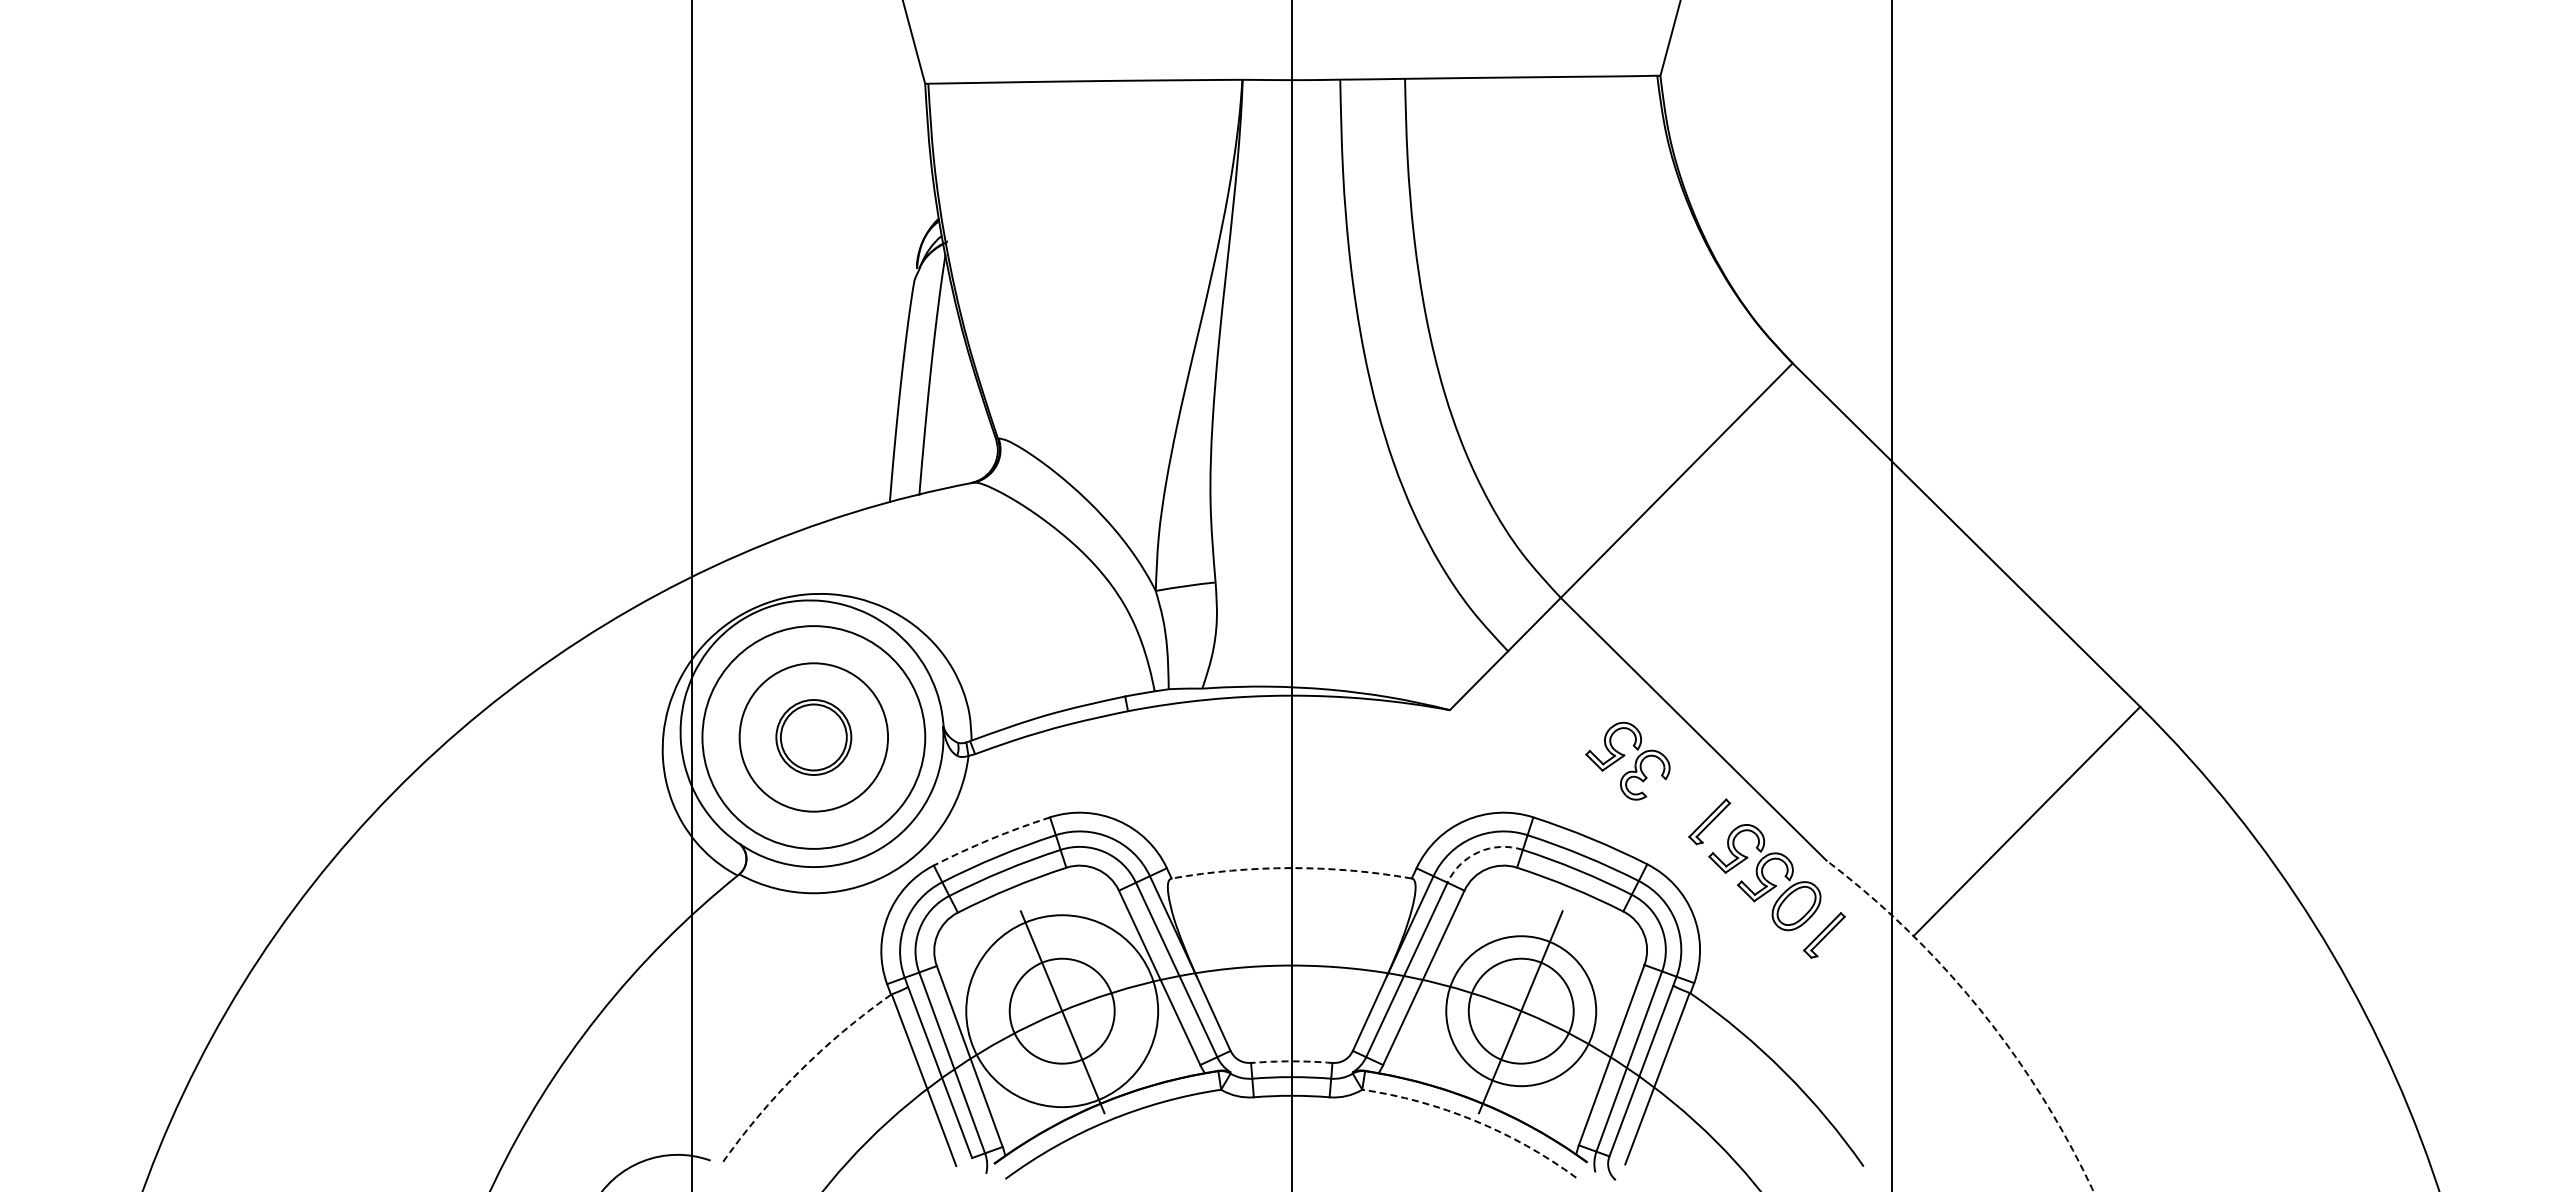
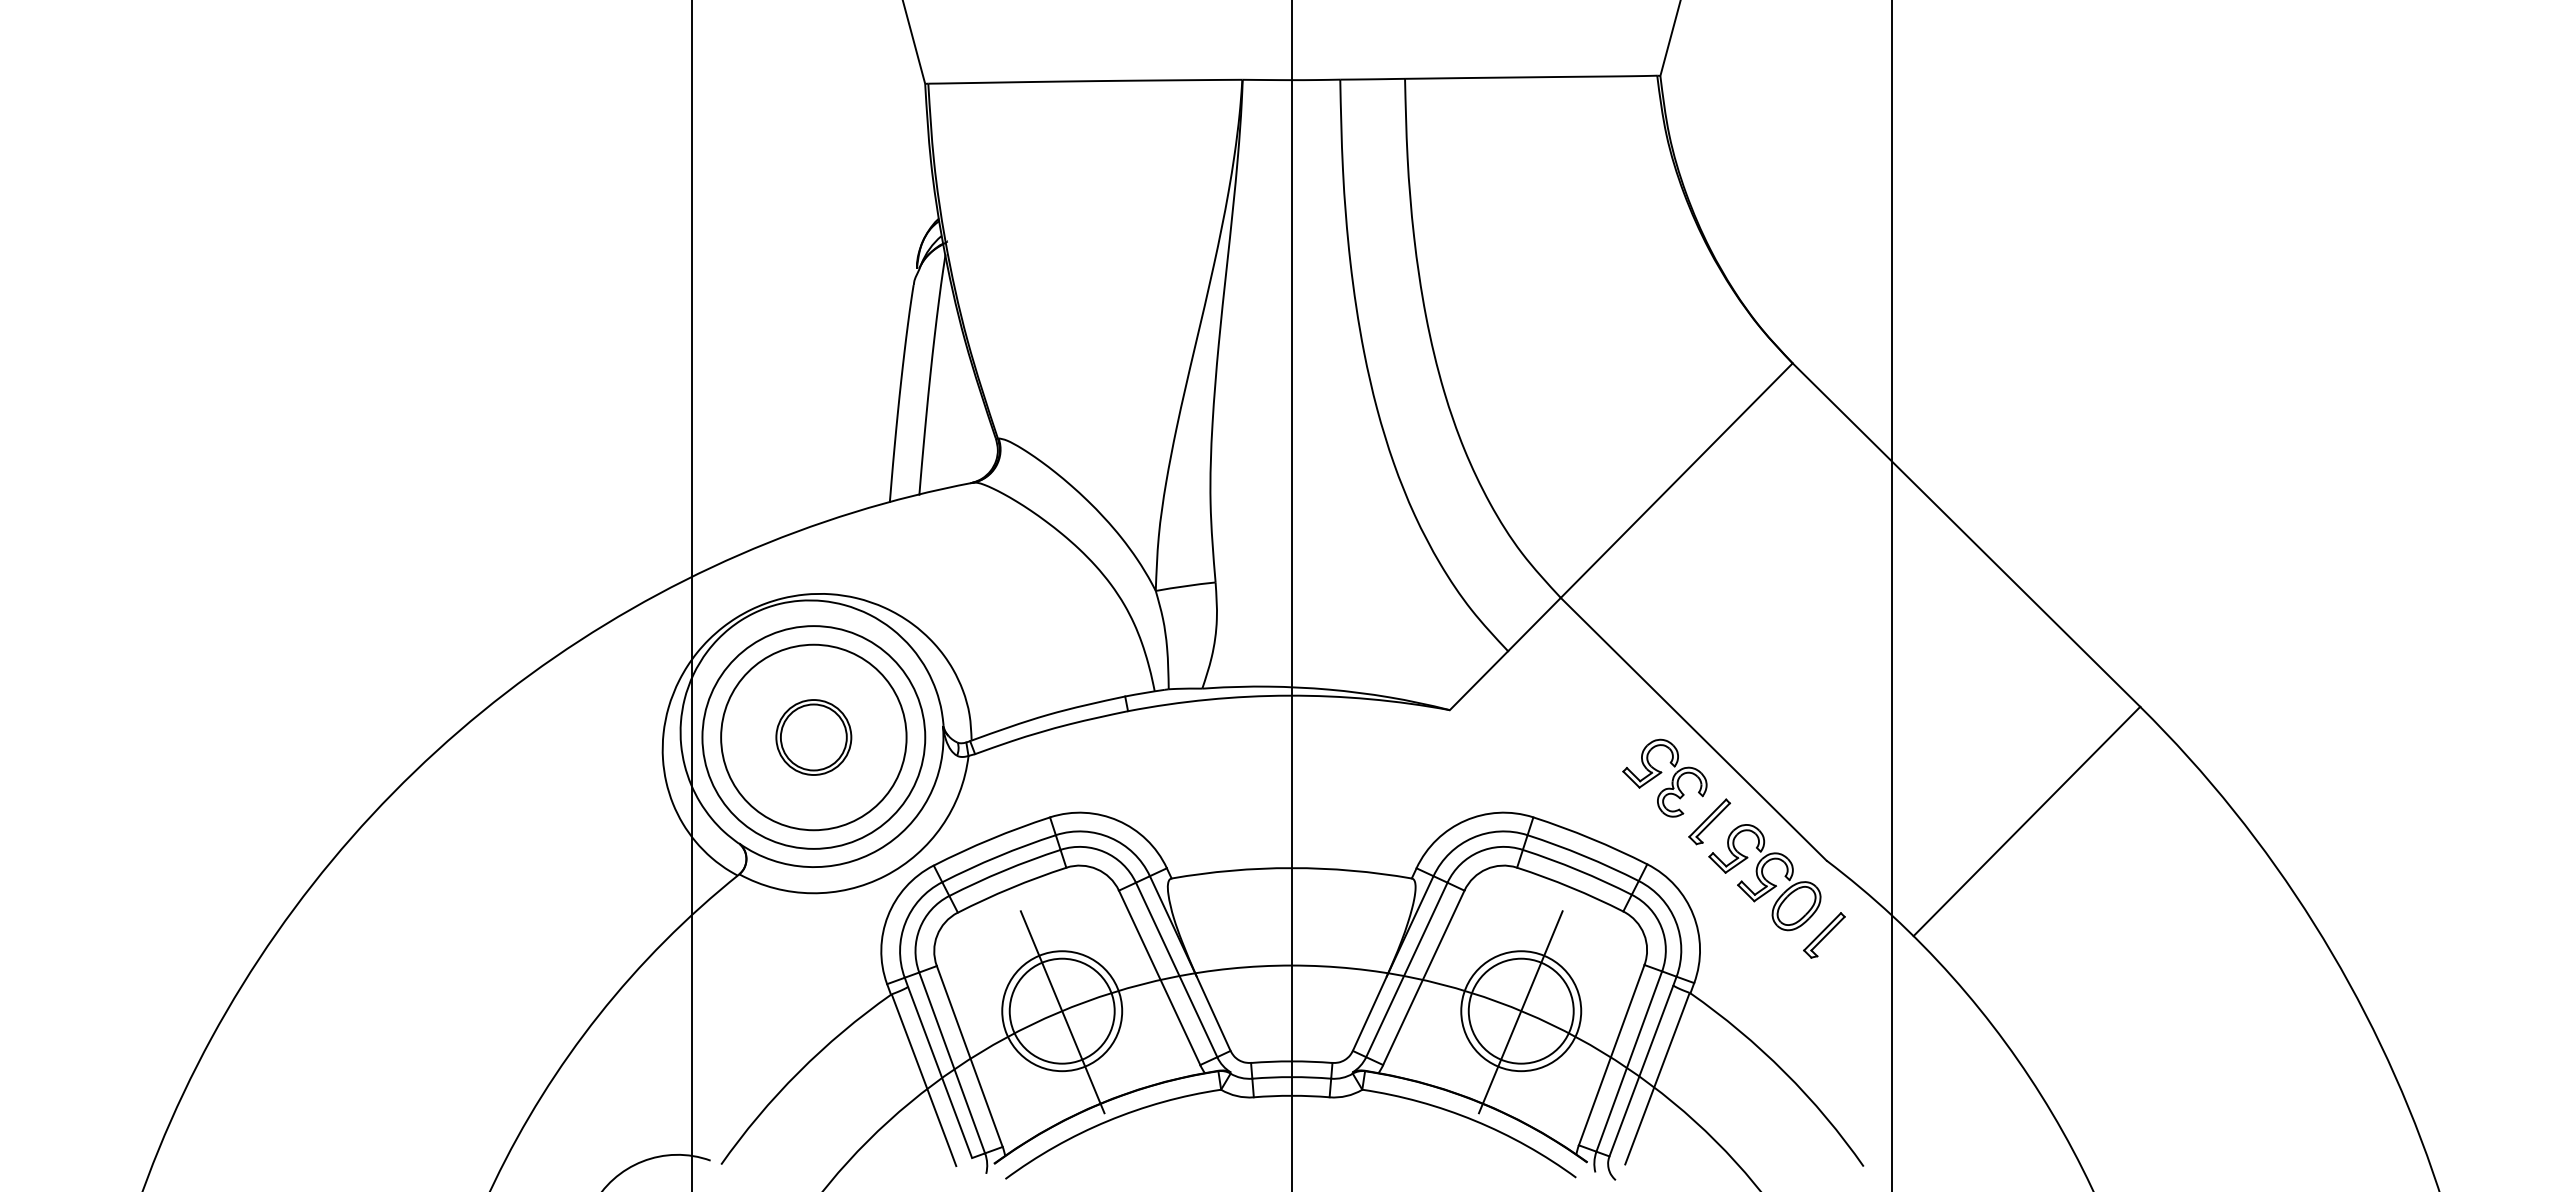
circle at (813, 737) diameter: 148 px -> 185 px
part at (1627, 760) position: (1627, 760) -> (1664, 777)
arc at (991, 839): dashed -> solid
arc at (1478, 852): dashed -> solid
arc at (1291, 868): dashed -> solid
arc at (1980, 1010): dashed -> solid
circle at (1062, 1011) diameter: 192 px -> 120 px
circle at (1521, 1011) diameter: 150 px -> 120 px
arc at (1291, 1061): dashed -> solid
arc at (798, 1072): dashed -> solid
arc at (1474, 1120): dashed -> solid
